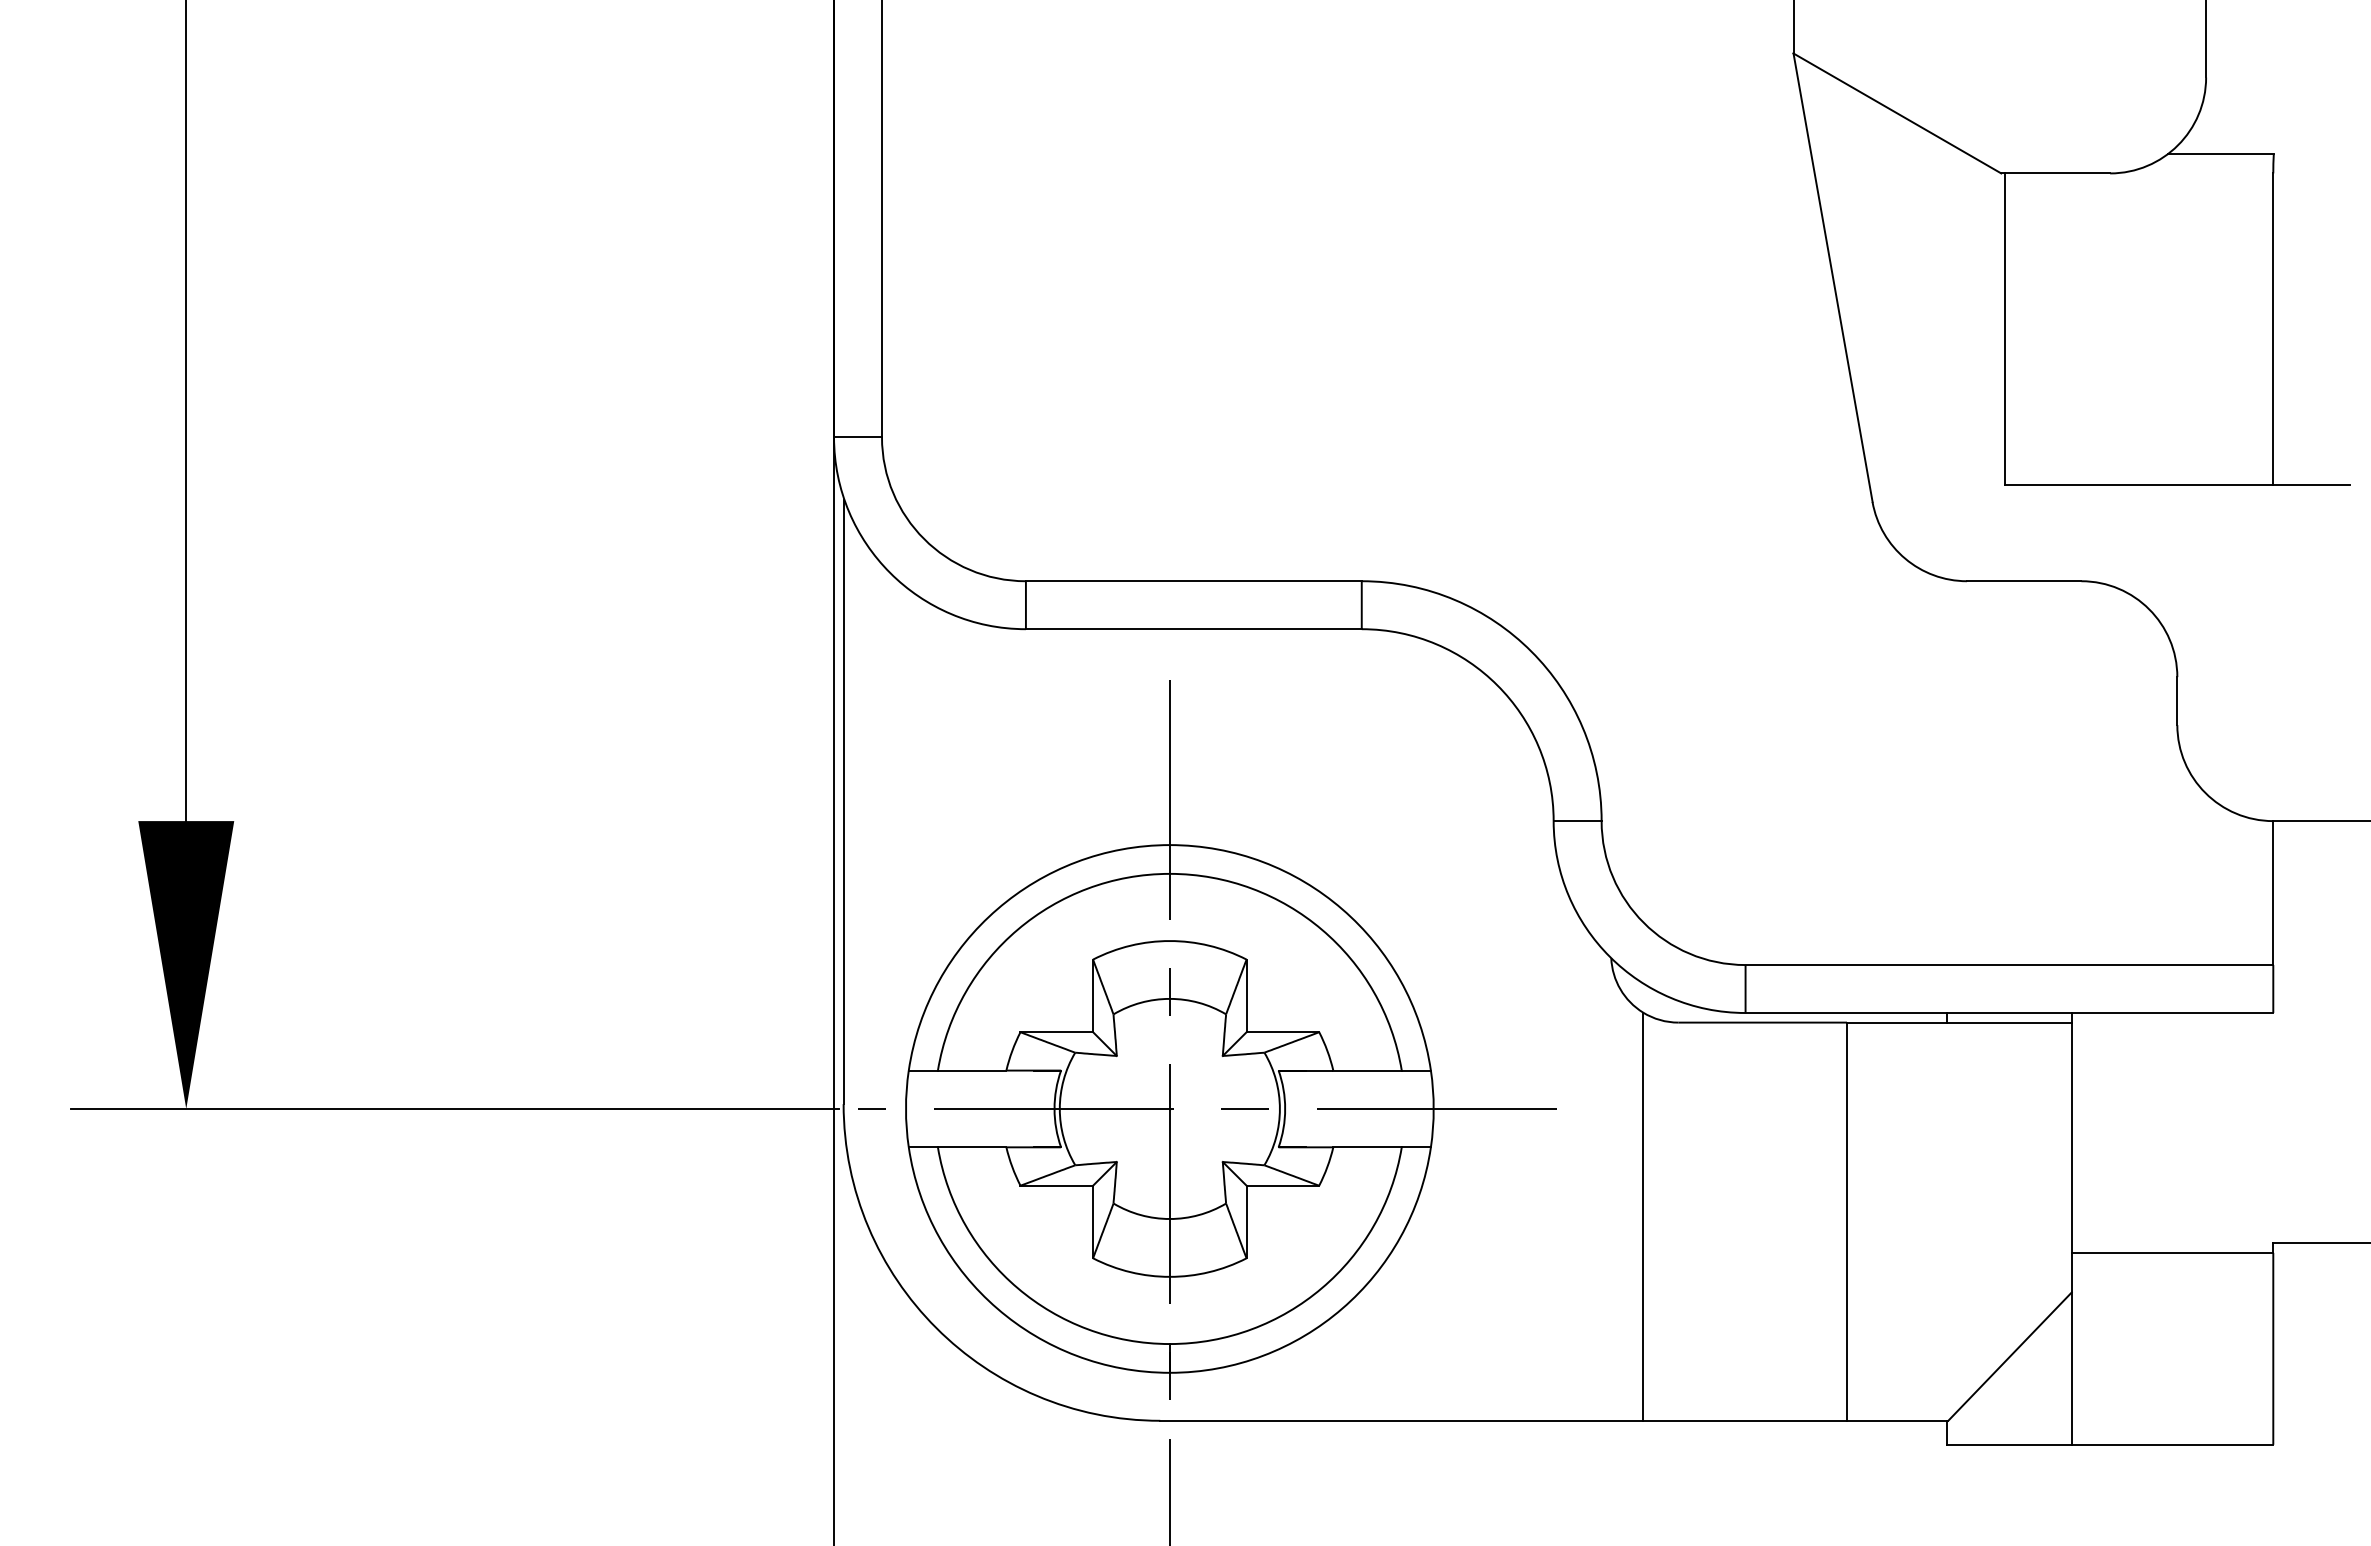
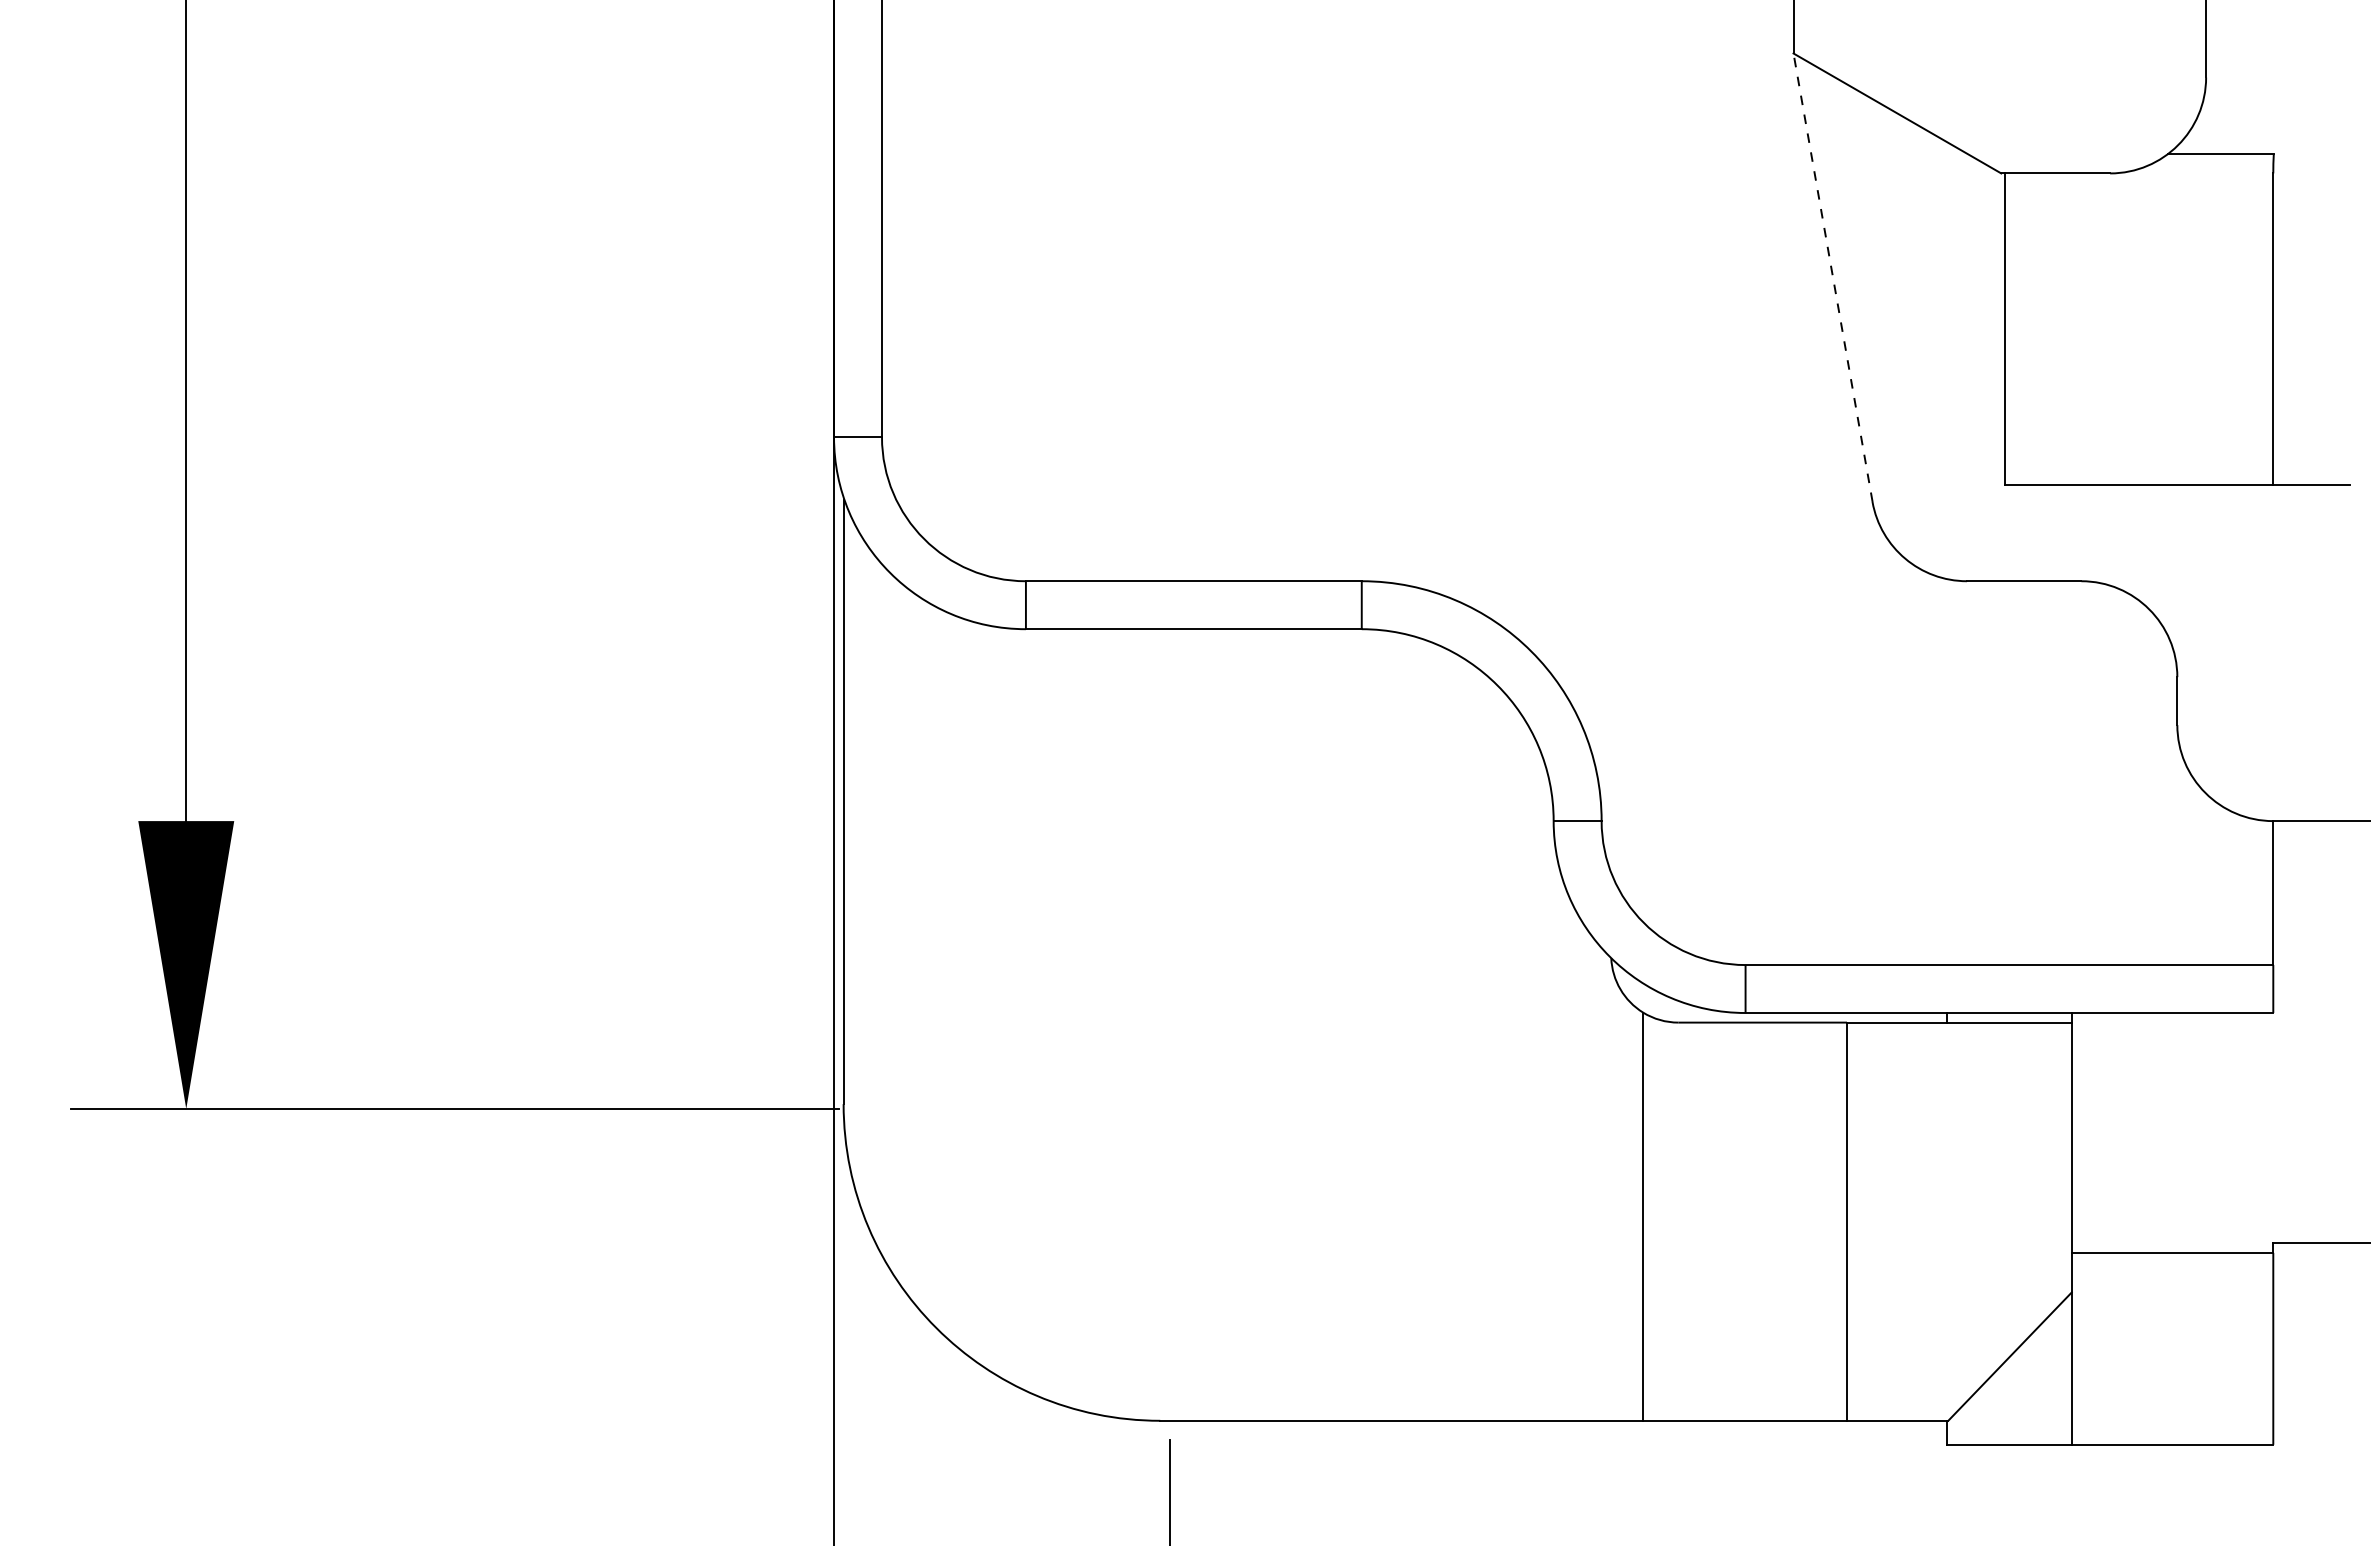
line at (1833, 277): solid -> dashed
part at (1207, 1039): present -> none
